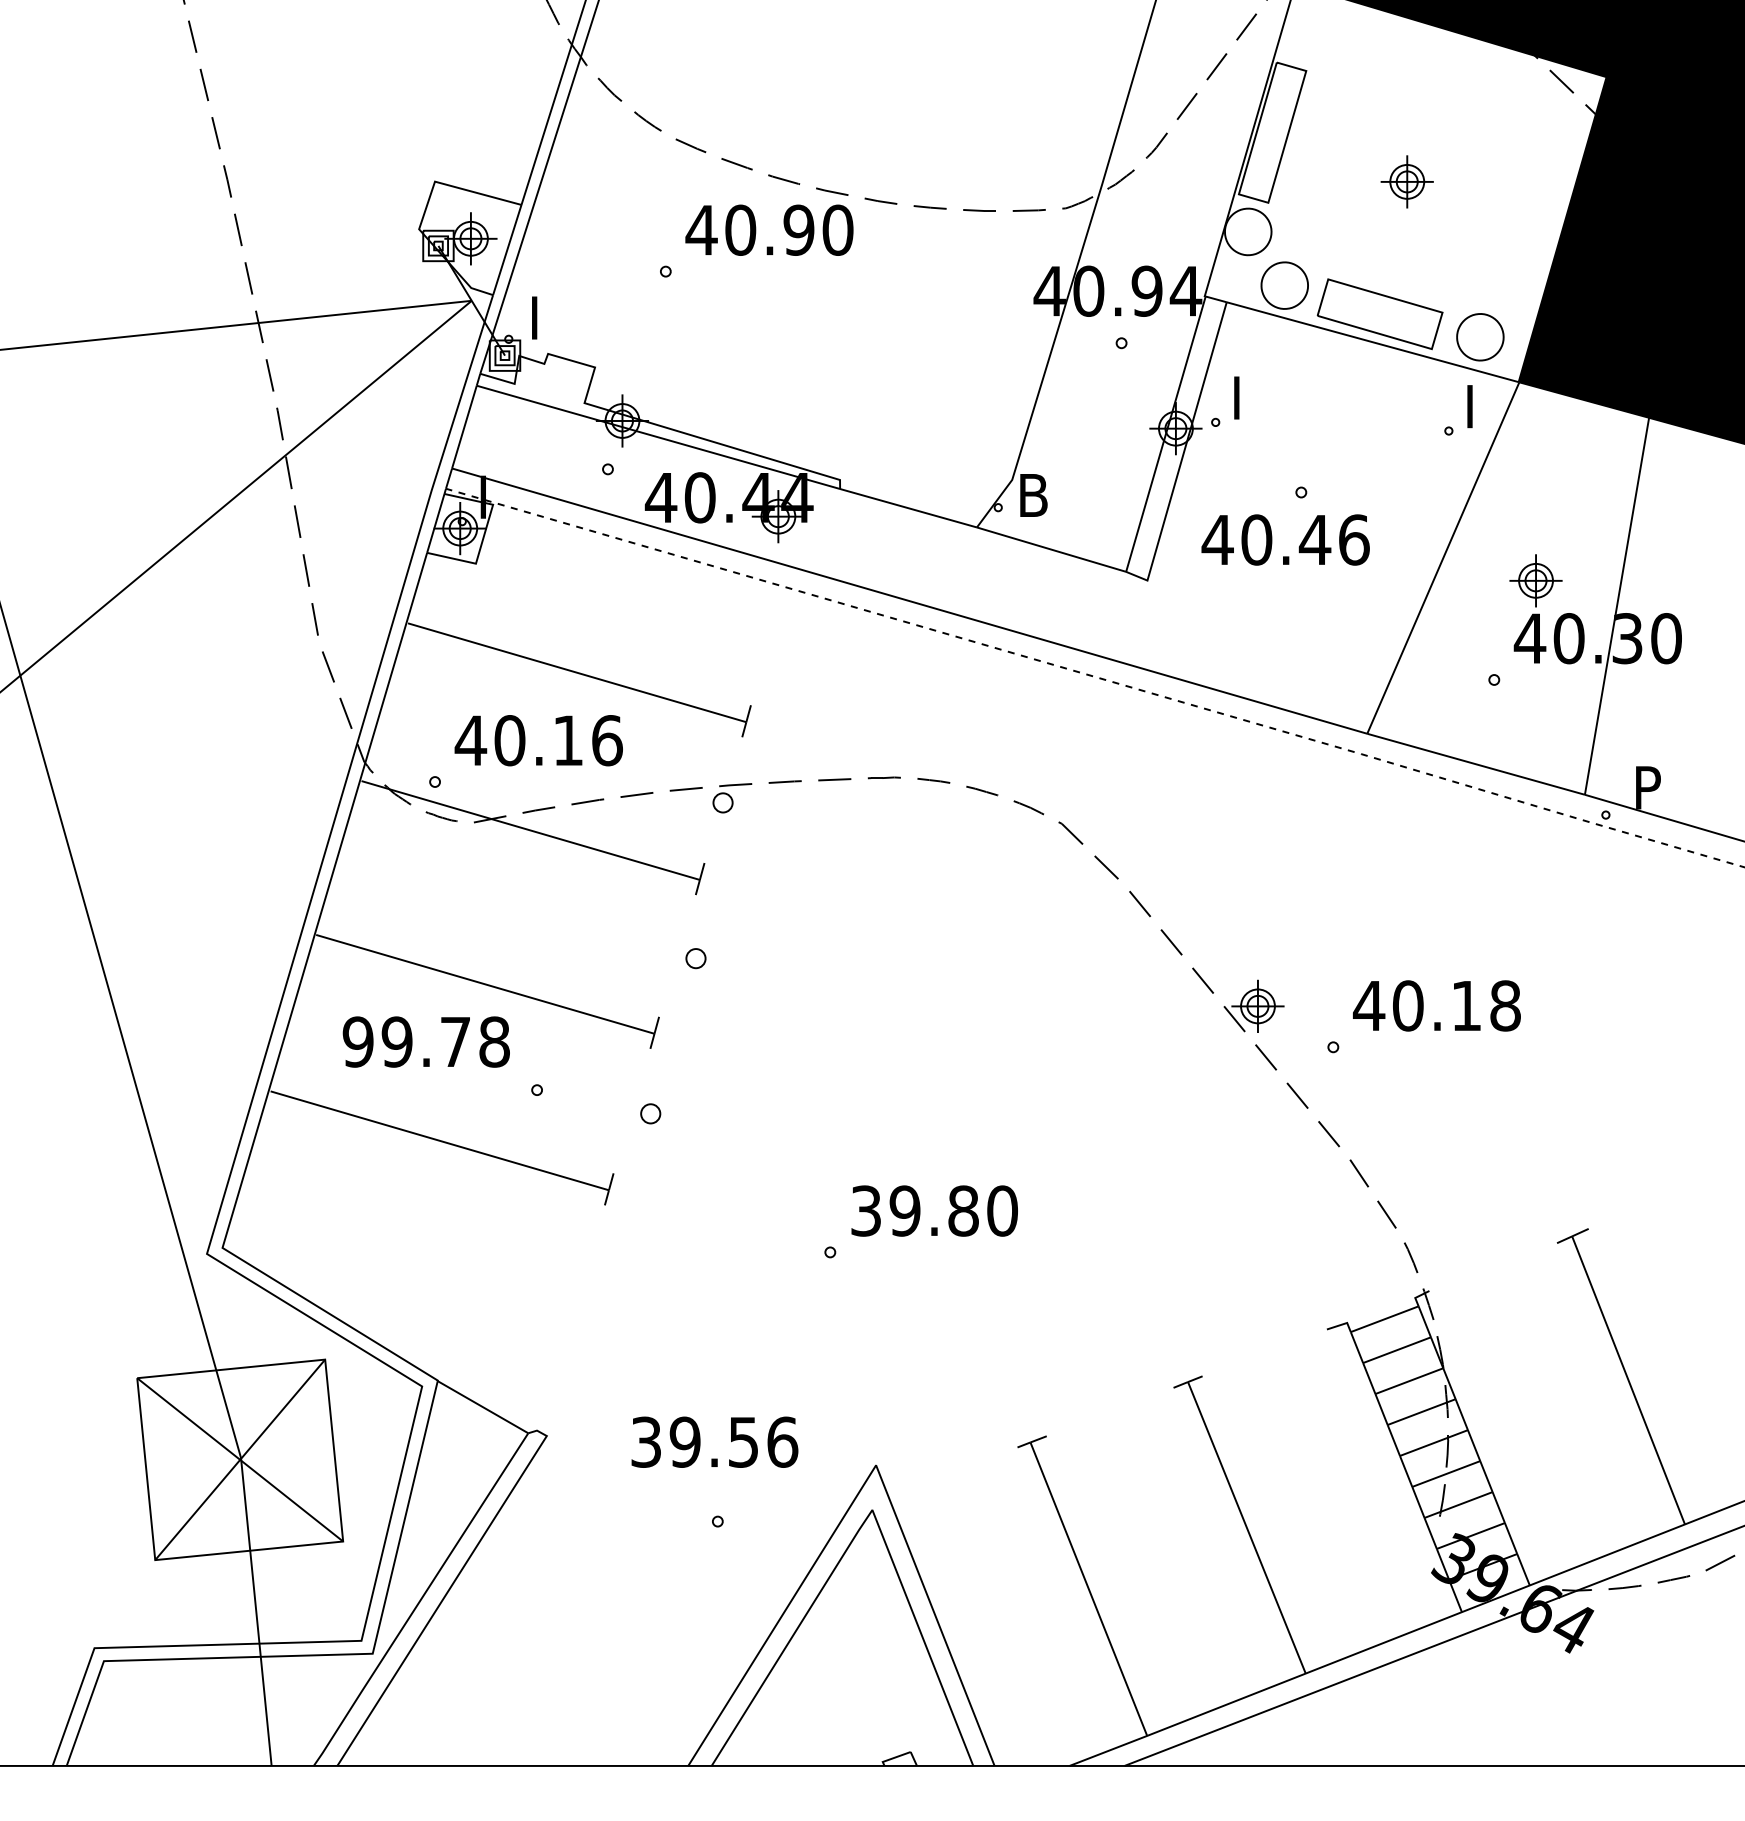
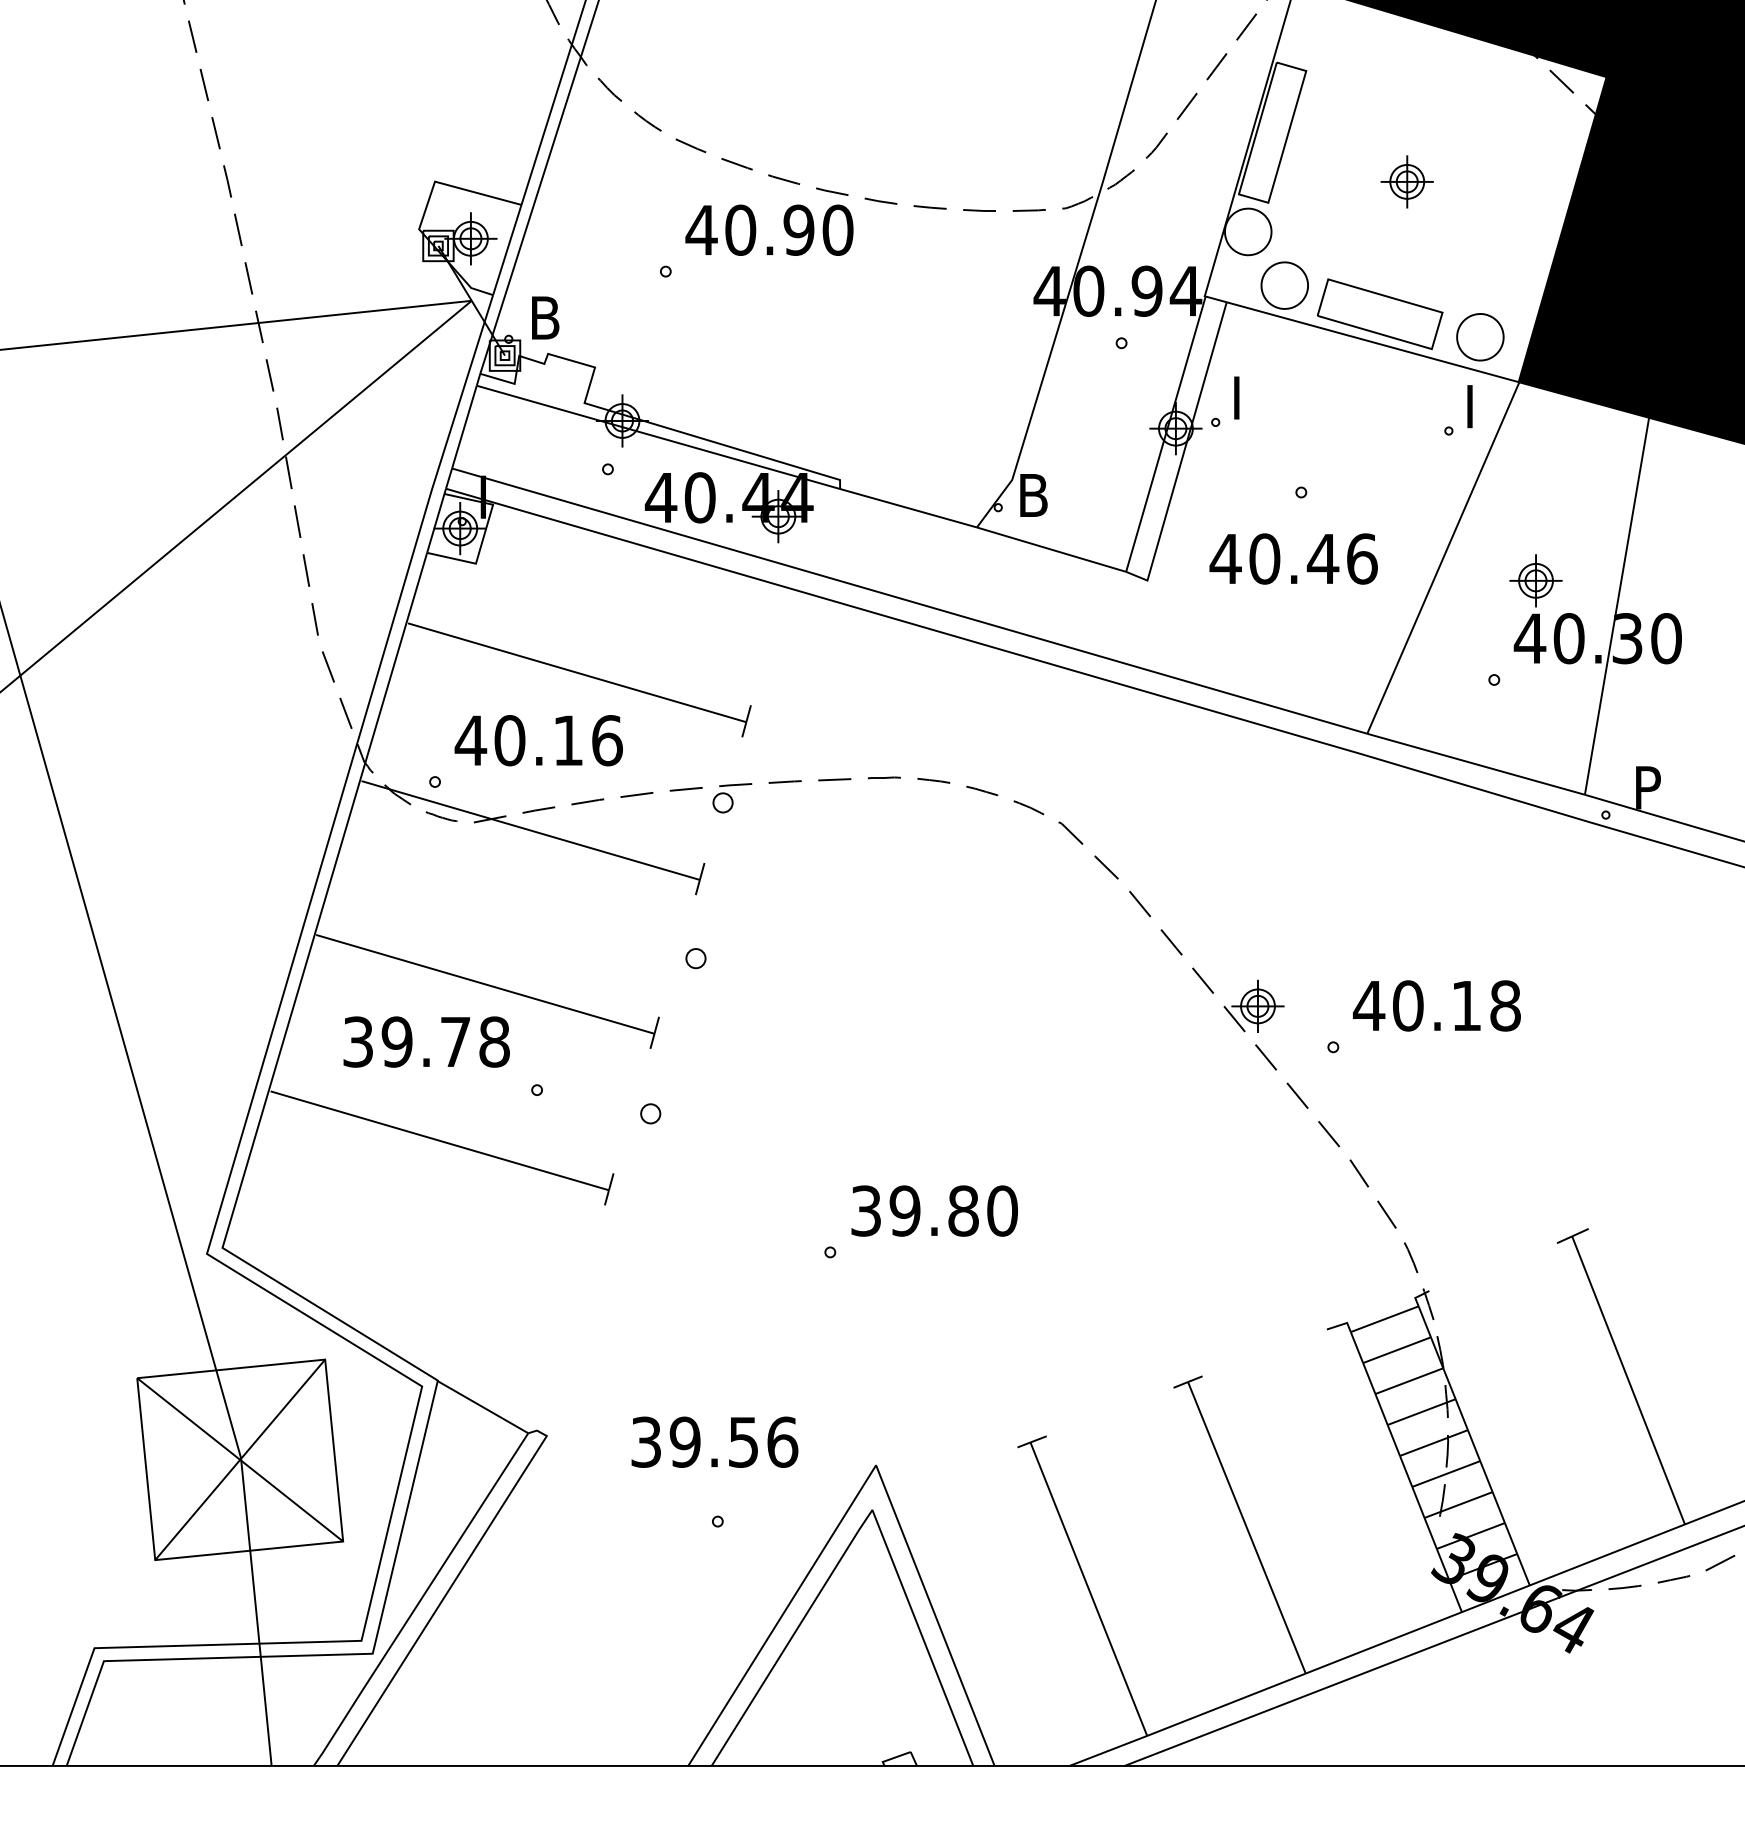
text at (548, 317): I -> B
text at (1285, 539) position: (1285, 539) -> (1293, 558)
line at (1096, 677): dashed -> solid
text at (357, 1041): 99.78 -> 39.78
